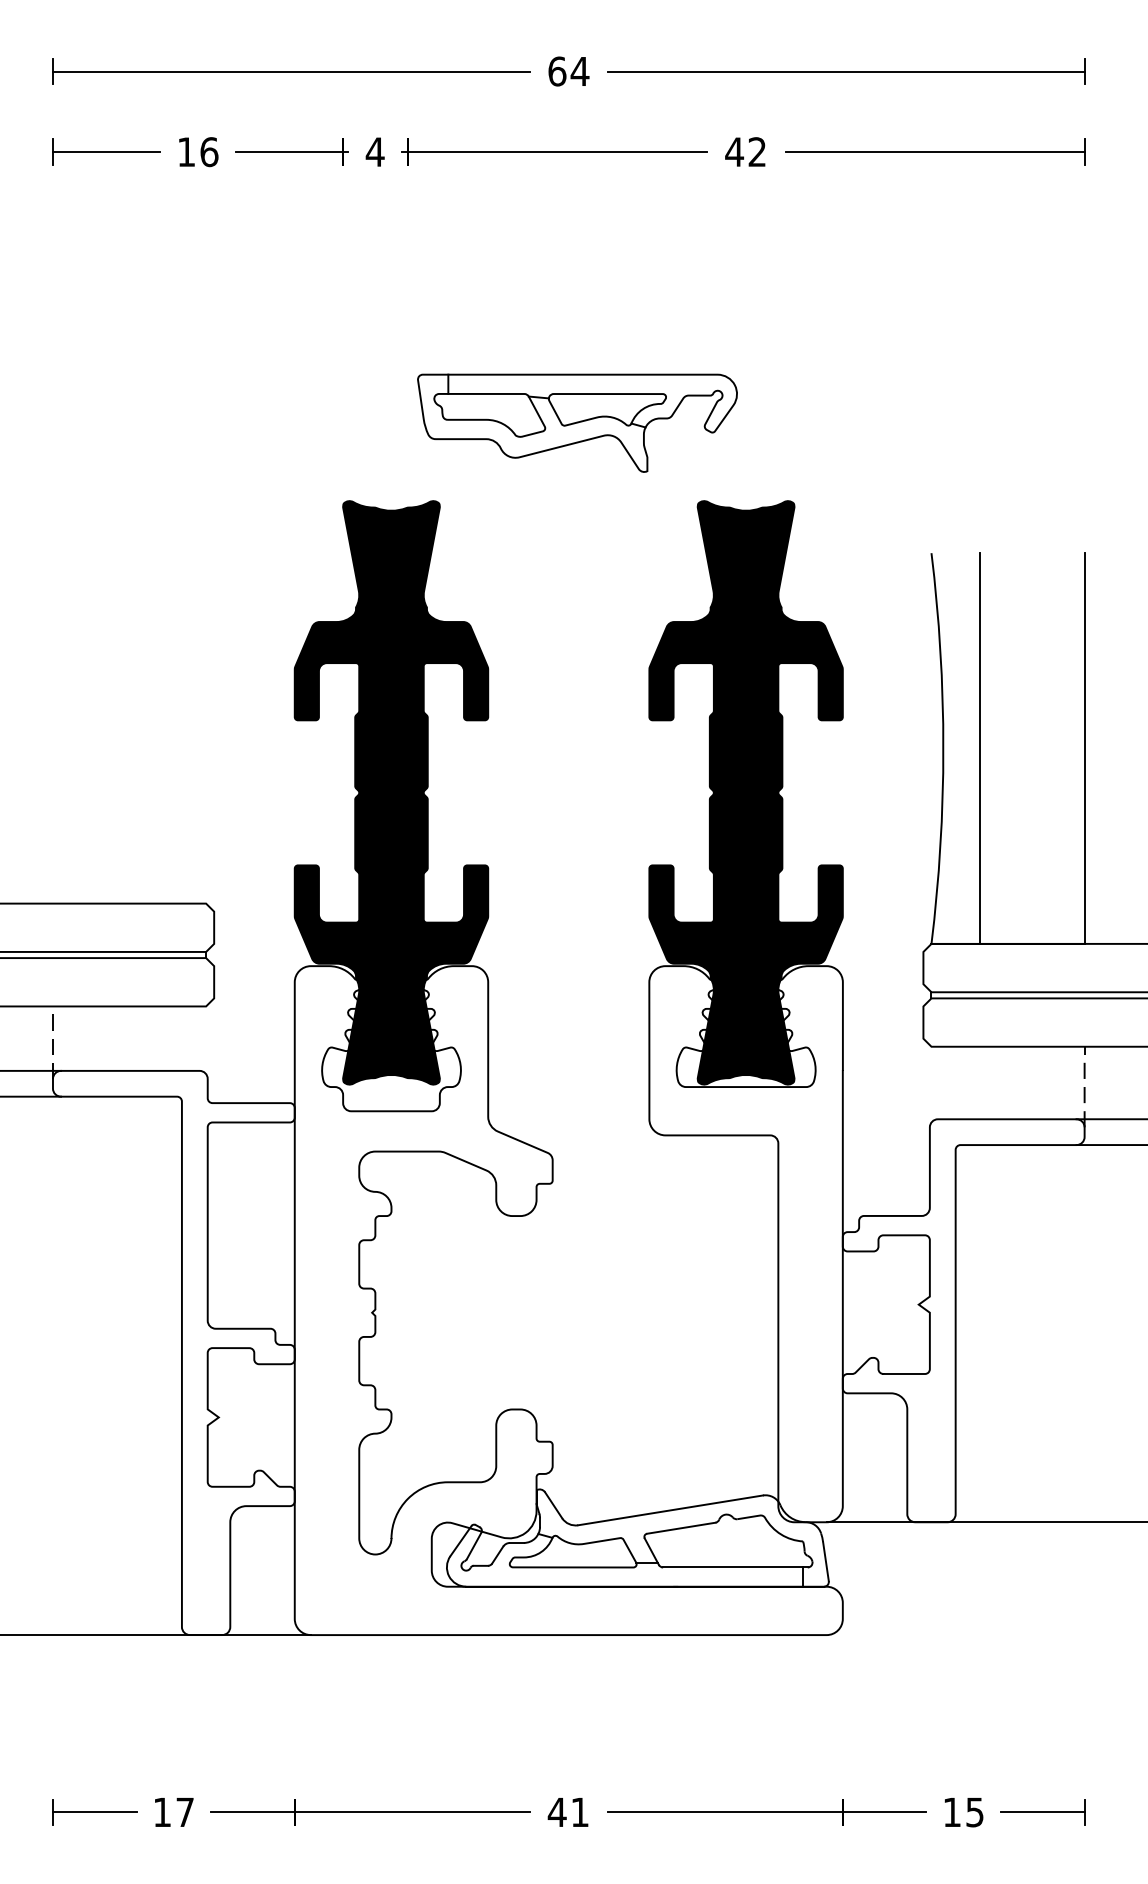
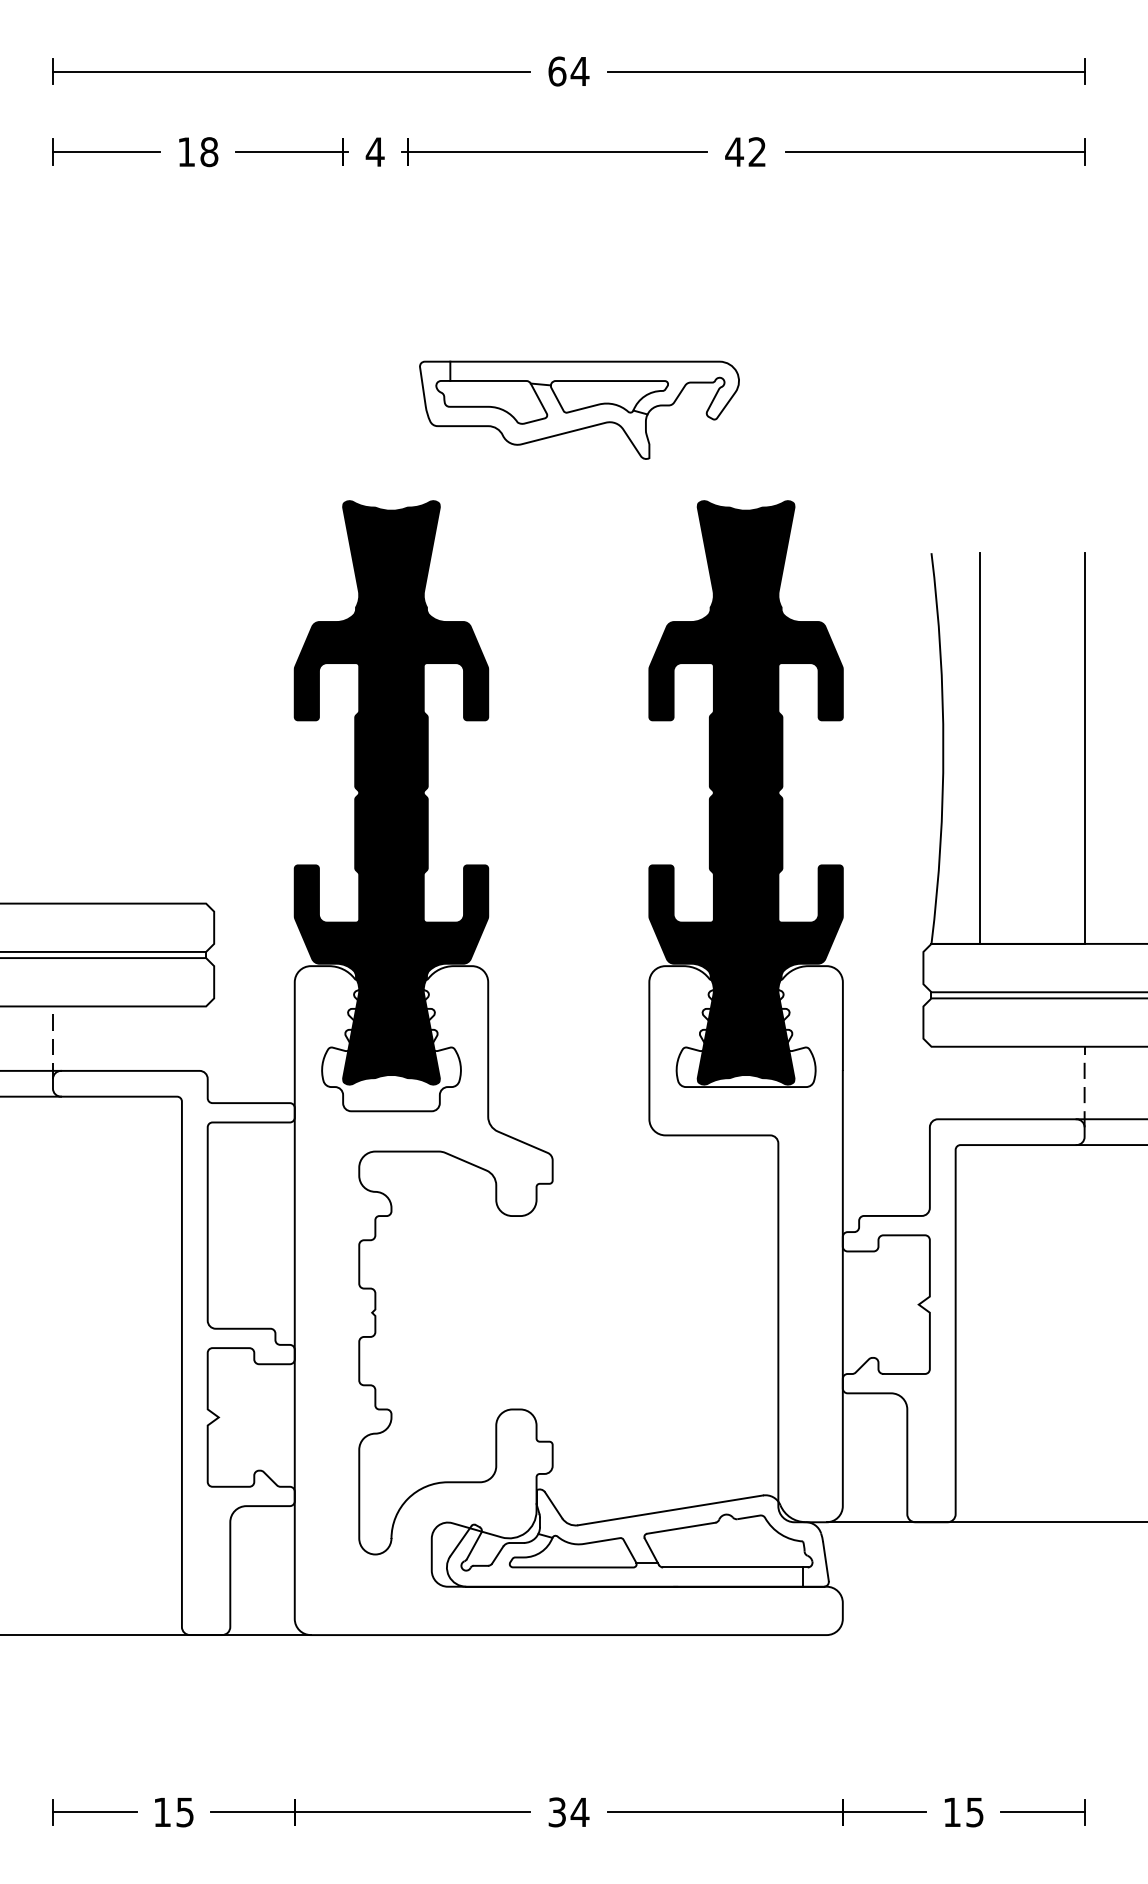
text at (209, 151): 16 -> 18
part at (577, 422) position: (577, 422) -> (579, 409)
text at (184, 1812): 17 -> 15
text at (568, 1812): 41 -> 34
